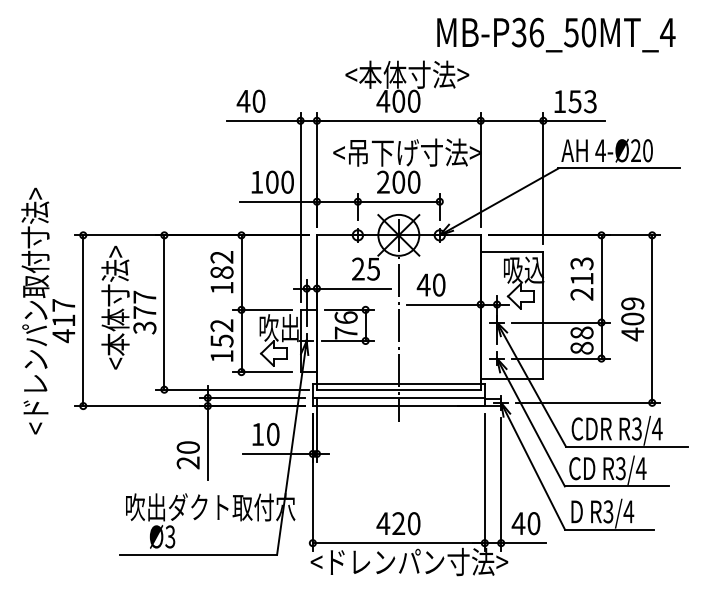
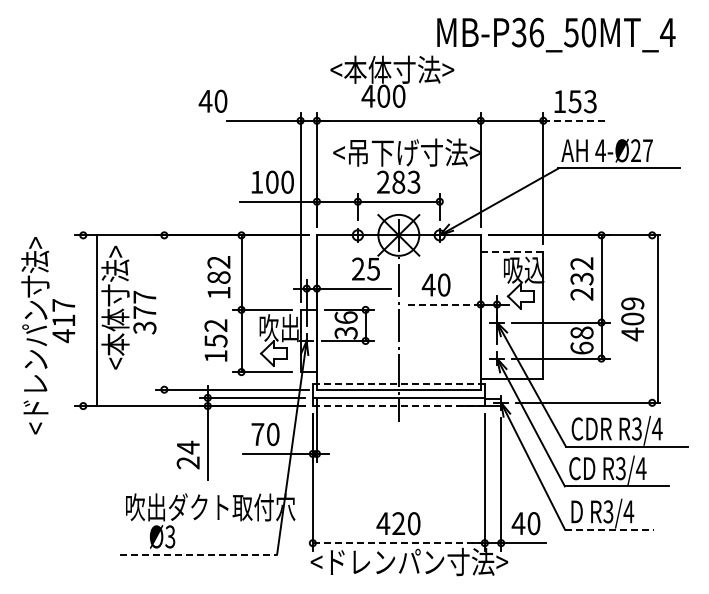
text at (407, 86) position: (407, 86) -> (392, 81)
text at (250, 100) position: (250, 100) -> (212, 100)
line at (574, 120): solid -> dashed
text at (647, 150): 4-Ø20 -> 4-Ø27
text at (406, 181): 200 -> 283
text at (35, 242): <ドレンパン取付寸法> -> <ドレンパン寸法>
line at (512, 251): solid -> dashed
text at (581, 271): 213 -> 232
text at (221, 272) position: (221, 272) -> (218, 277)
text at (430, 284) position: (430, 284) -> (435, 284)
line at (443, 304): solid -> dashed
line at (164, 312): present -> none
line at (652, 318) position: (652, 318) -> (658, 318)
line at (83, 320) position: (83, 320) -> (97, 320)
text at (345, 332): 76 -> 36
text at (221, 340) position: (221, 340) -> (215, 340)
text at (581, 347): 88 -> 68
line at (398, 383): solid -> dashed
line at (398, 406): solid -> dashed
text at (257, 434): 10 -> 70
text at (187, 447): 20 -> 24
line at (609, 529): solid -> dashed
line at (398, 543): solid -> dashed
line at (199, 554): solid -> dashed
